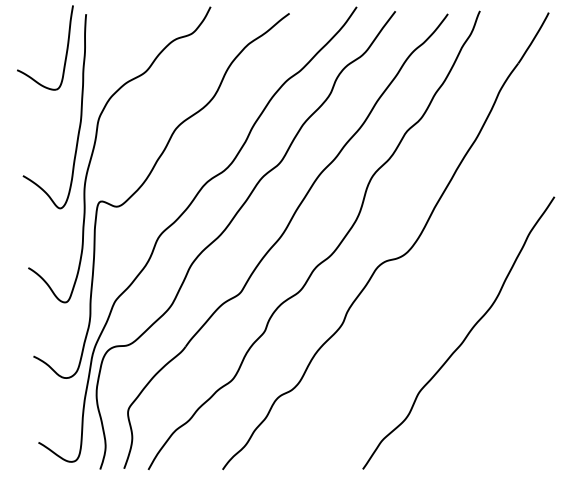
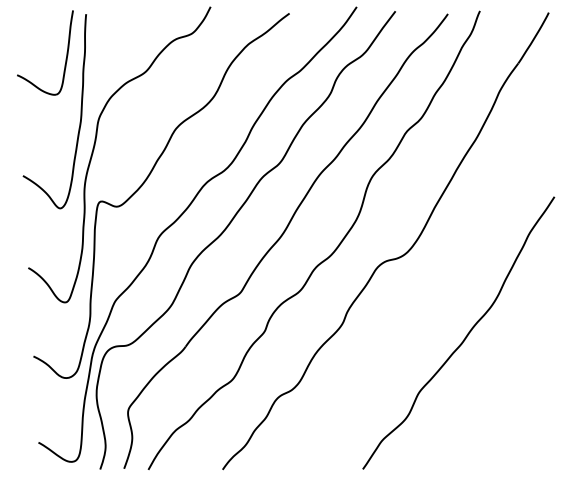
part at (65, 53) position: (65, 53) -> (65, 58)
